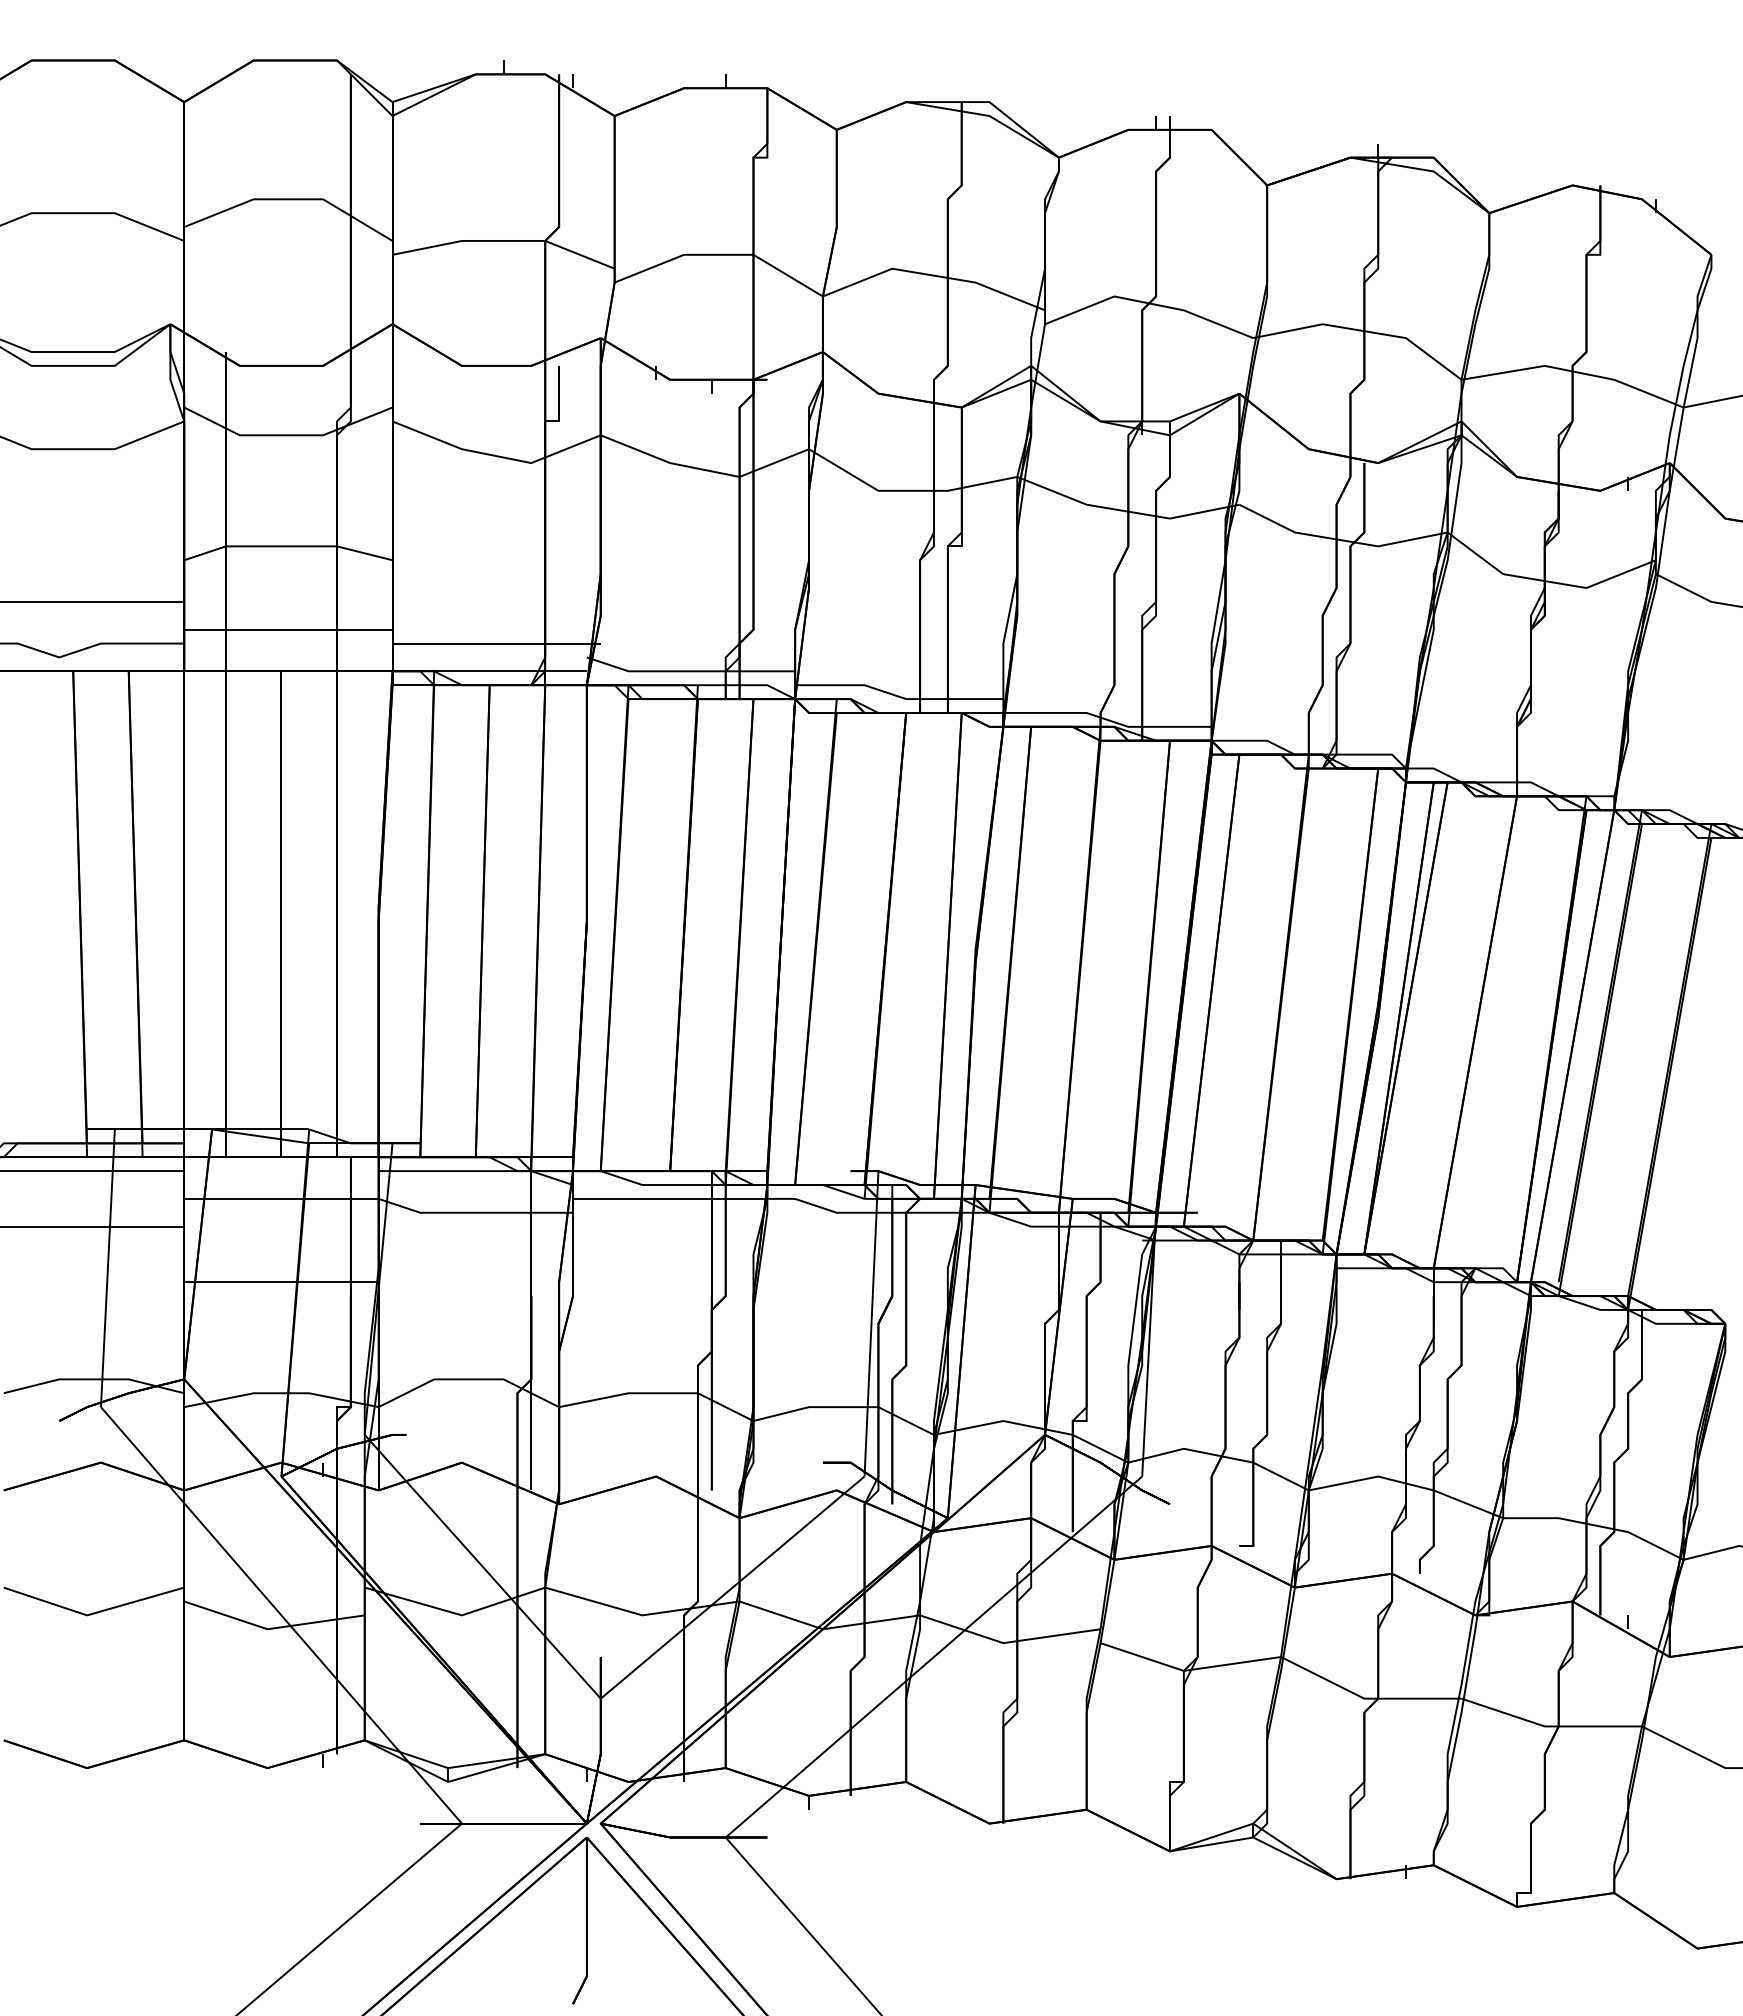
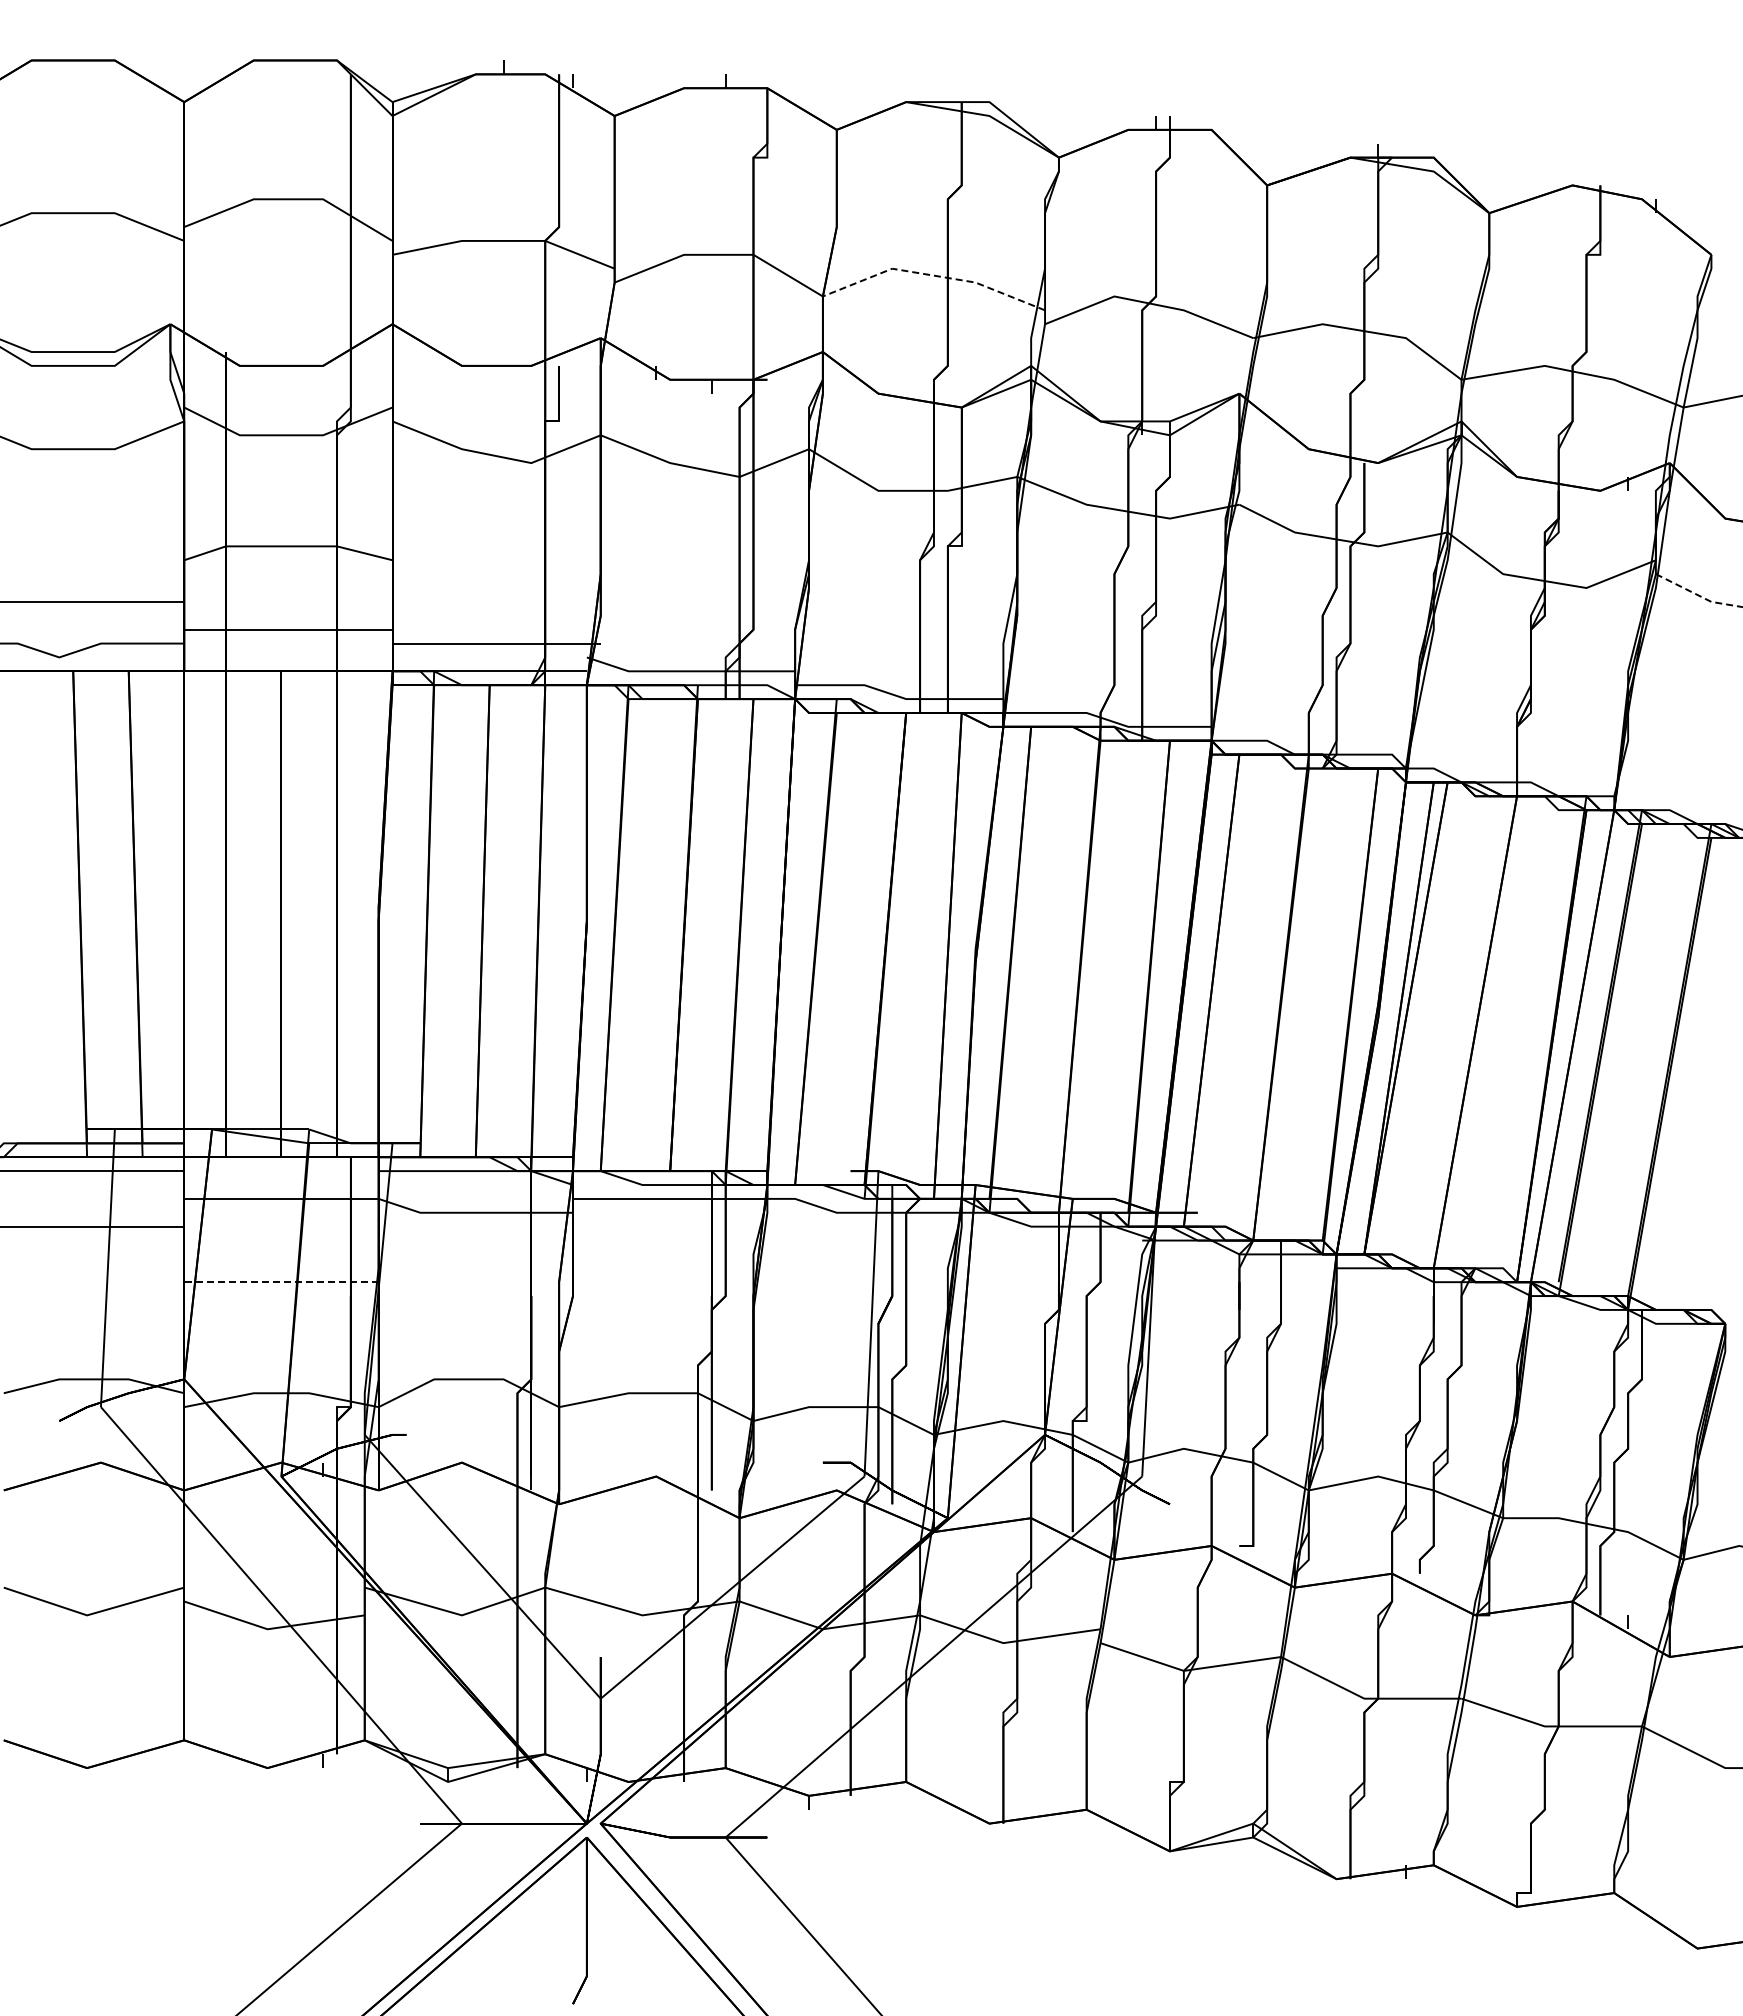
line at (933, 275): solid -> dashed
line at (1698, 595): solid -> dashed
line at (281, 1282): solid -> dashed
